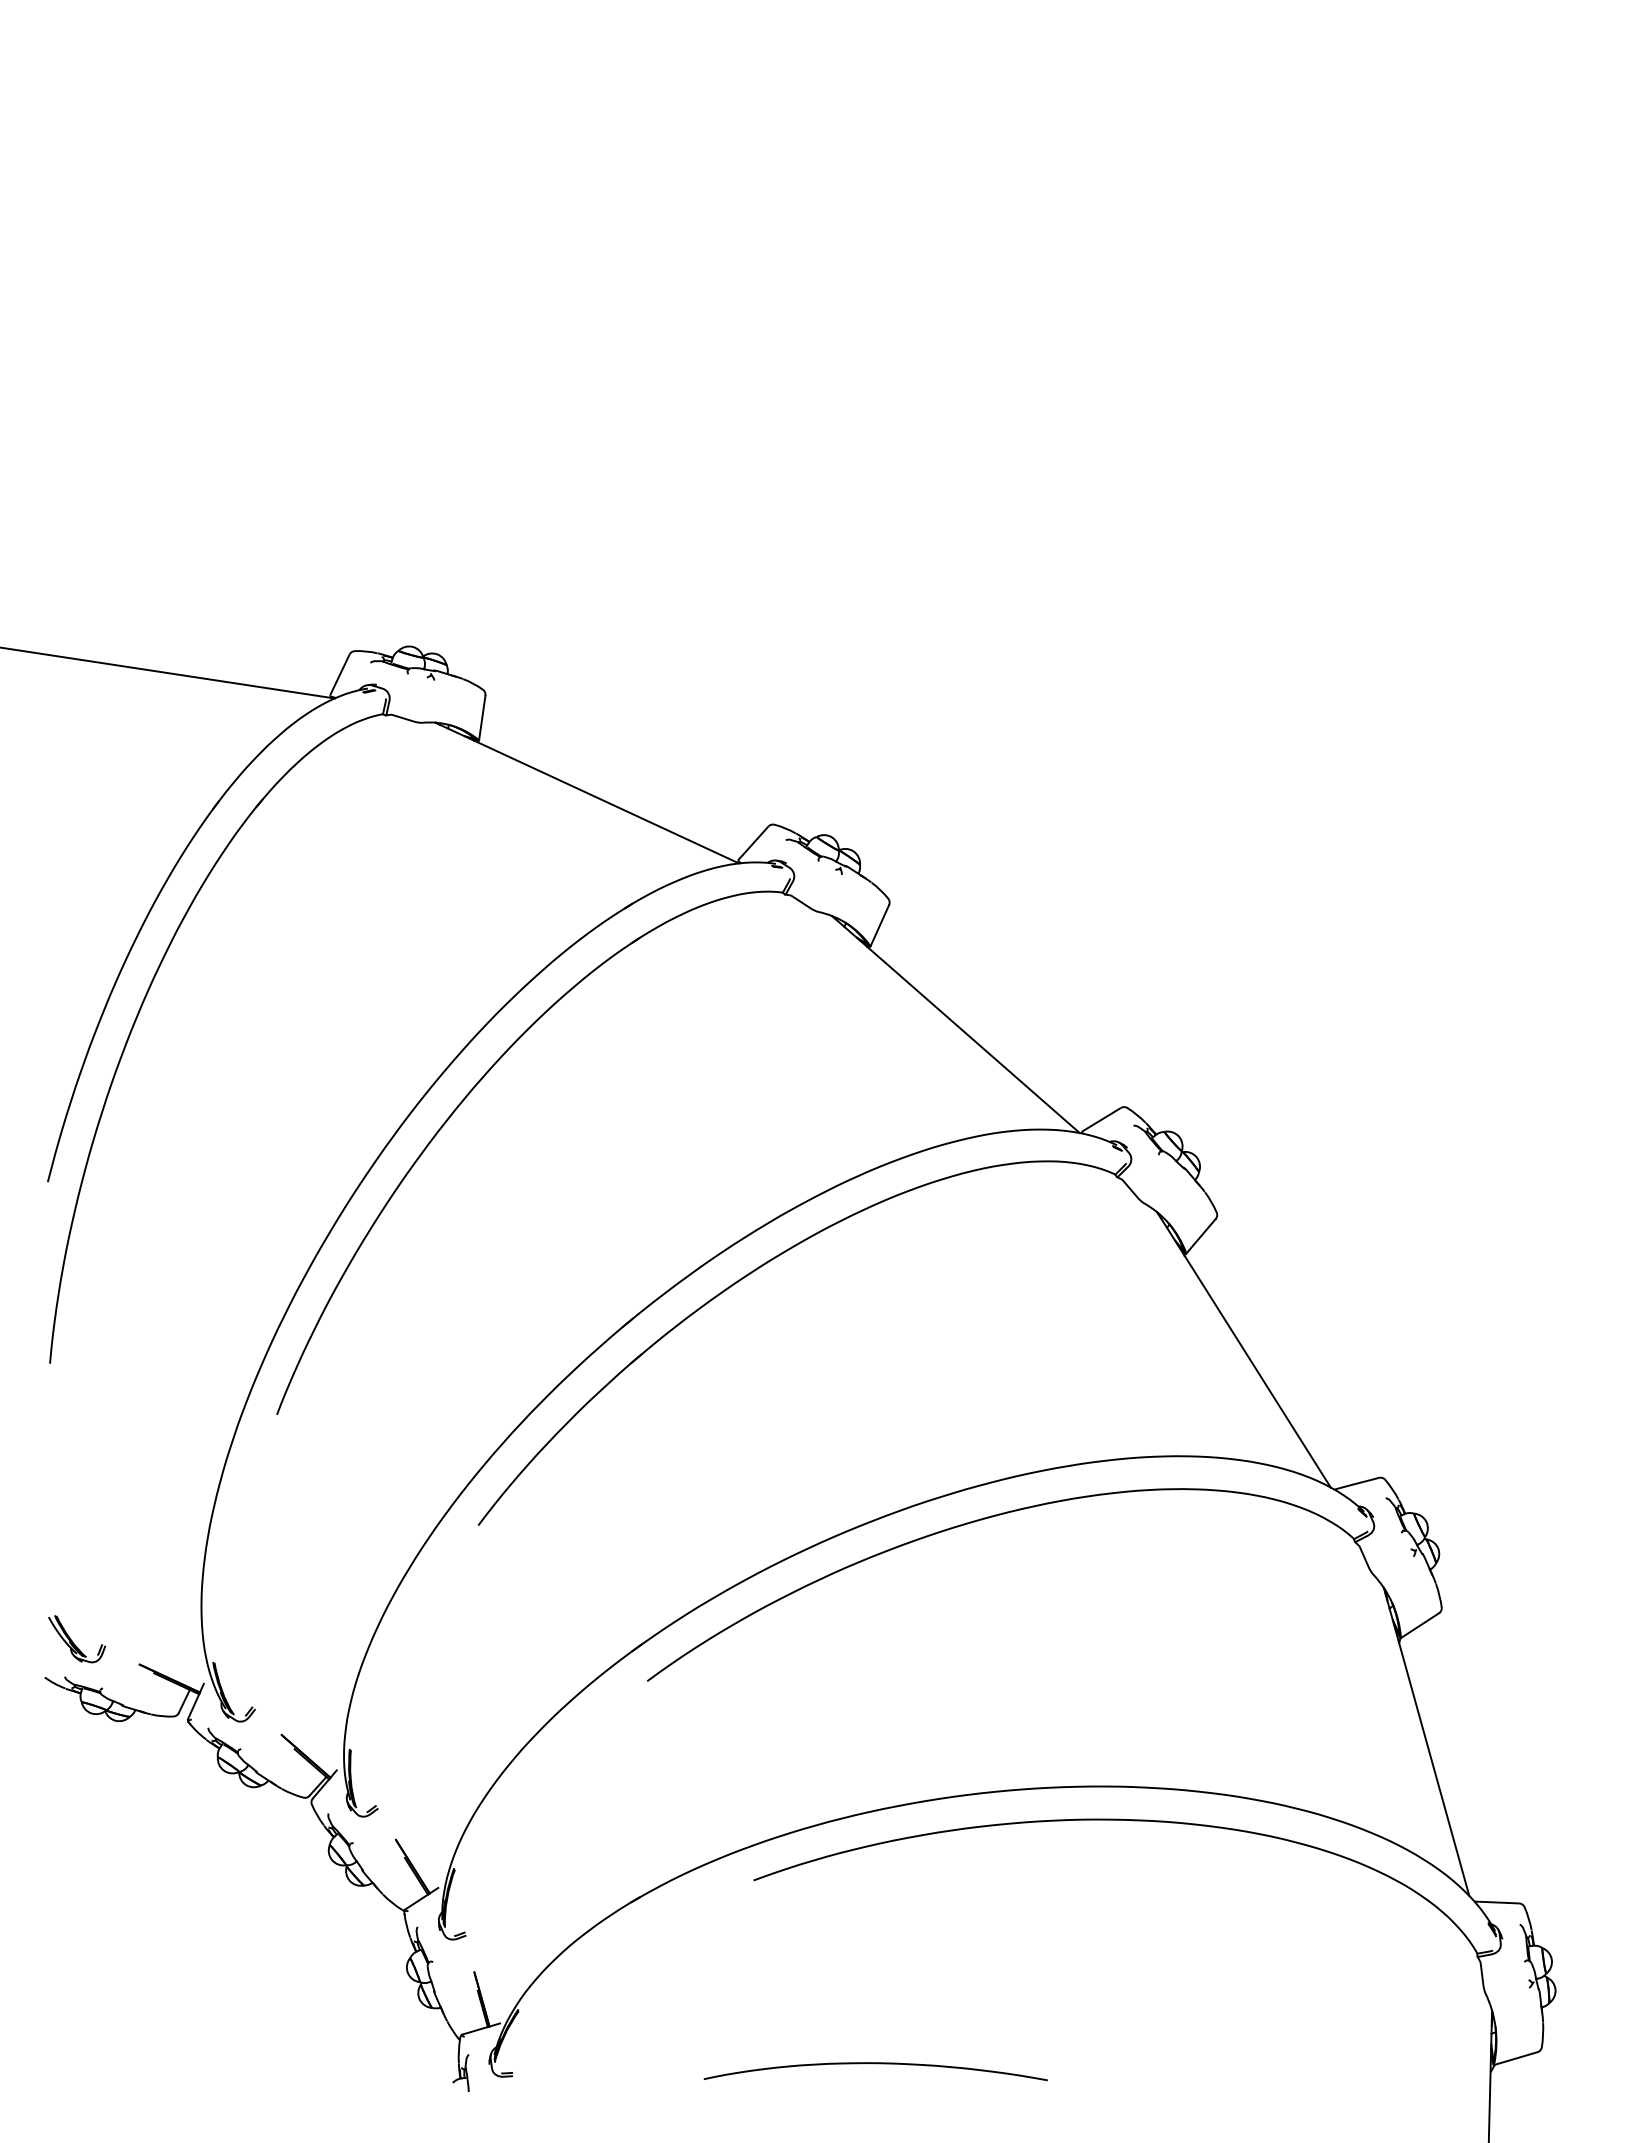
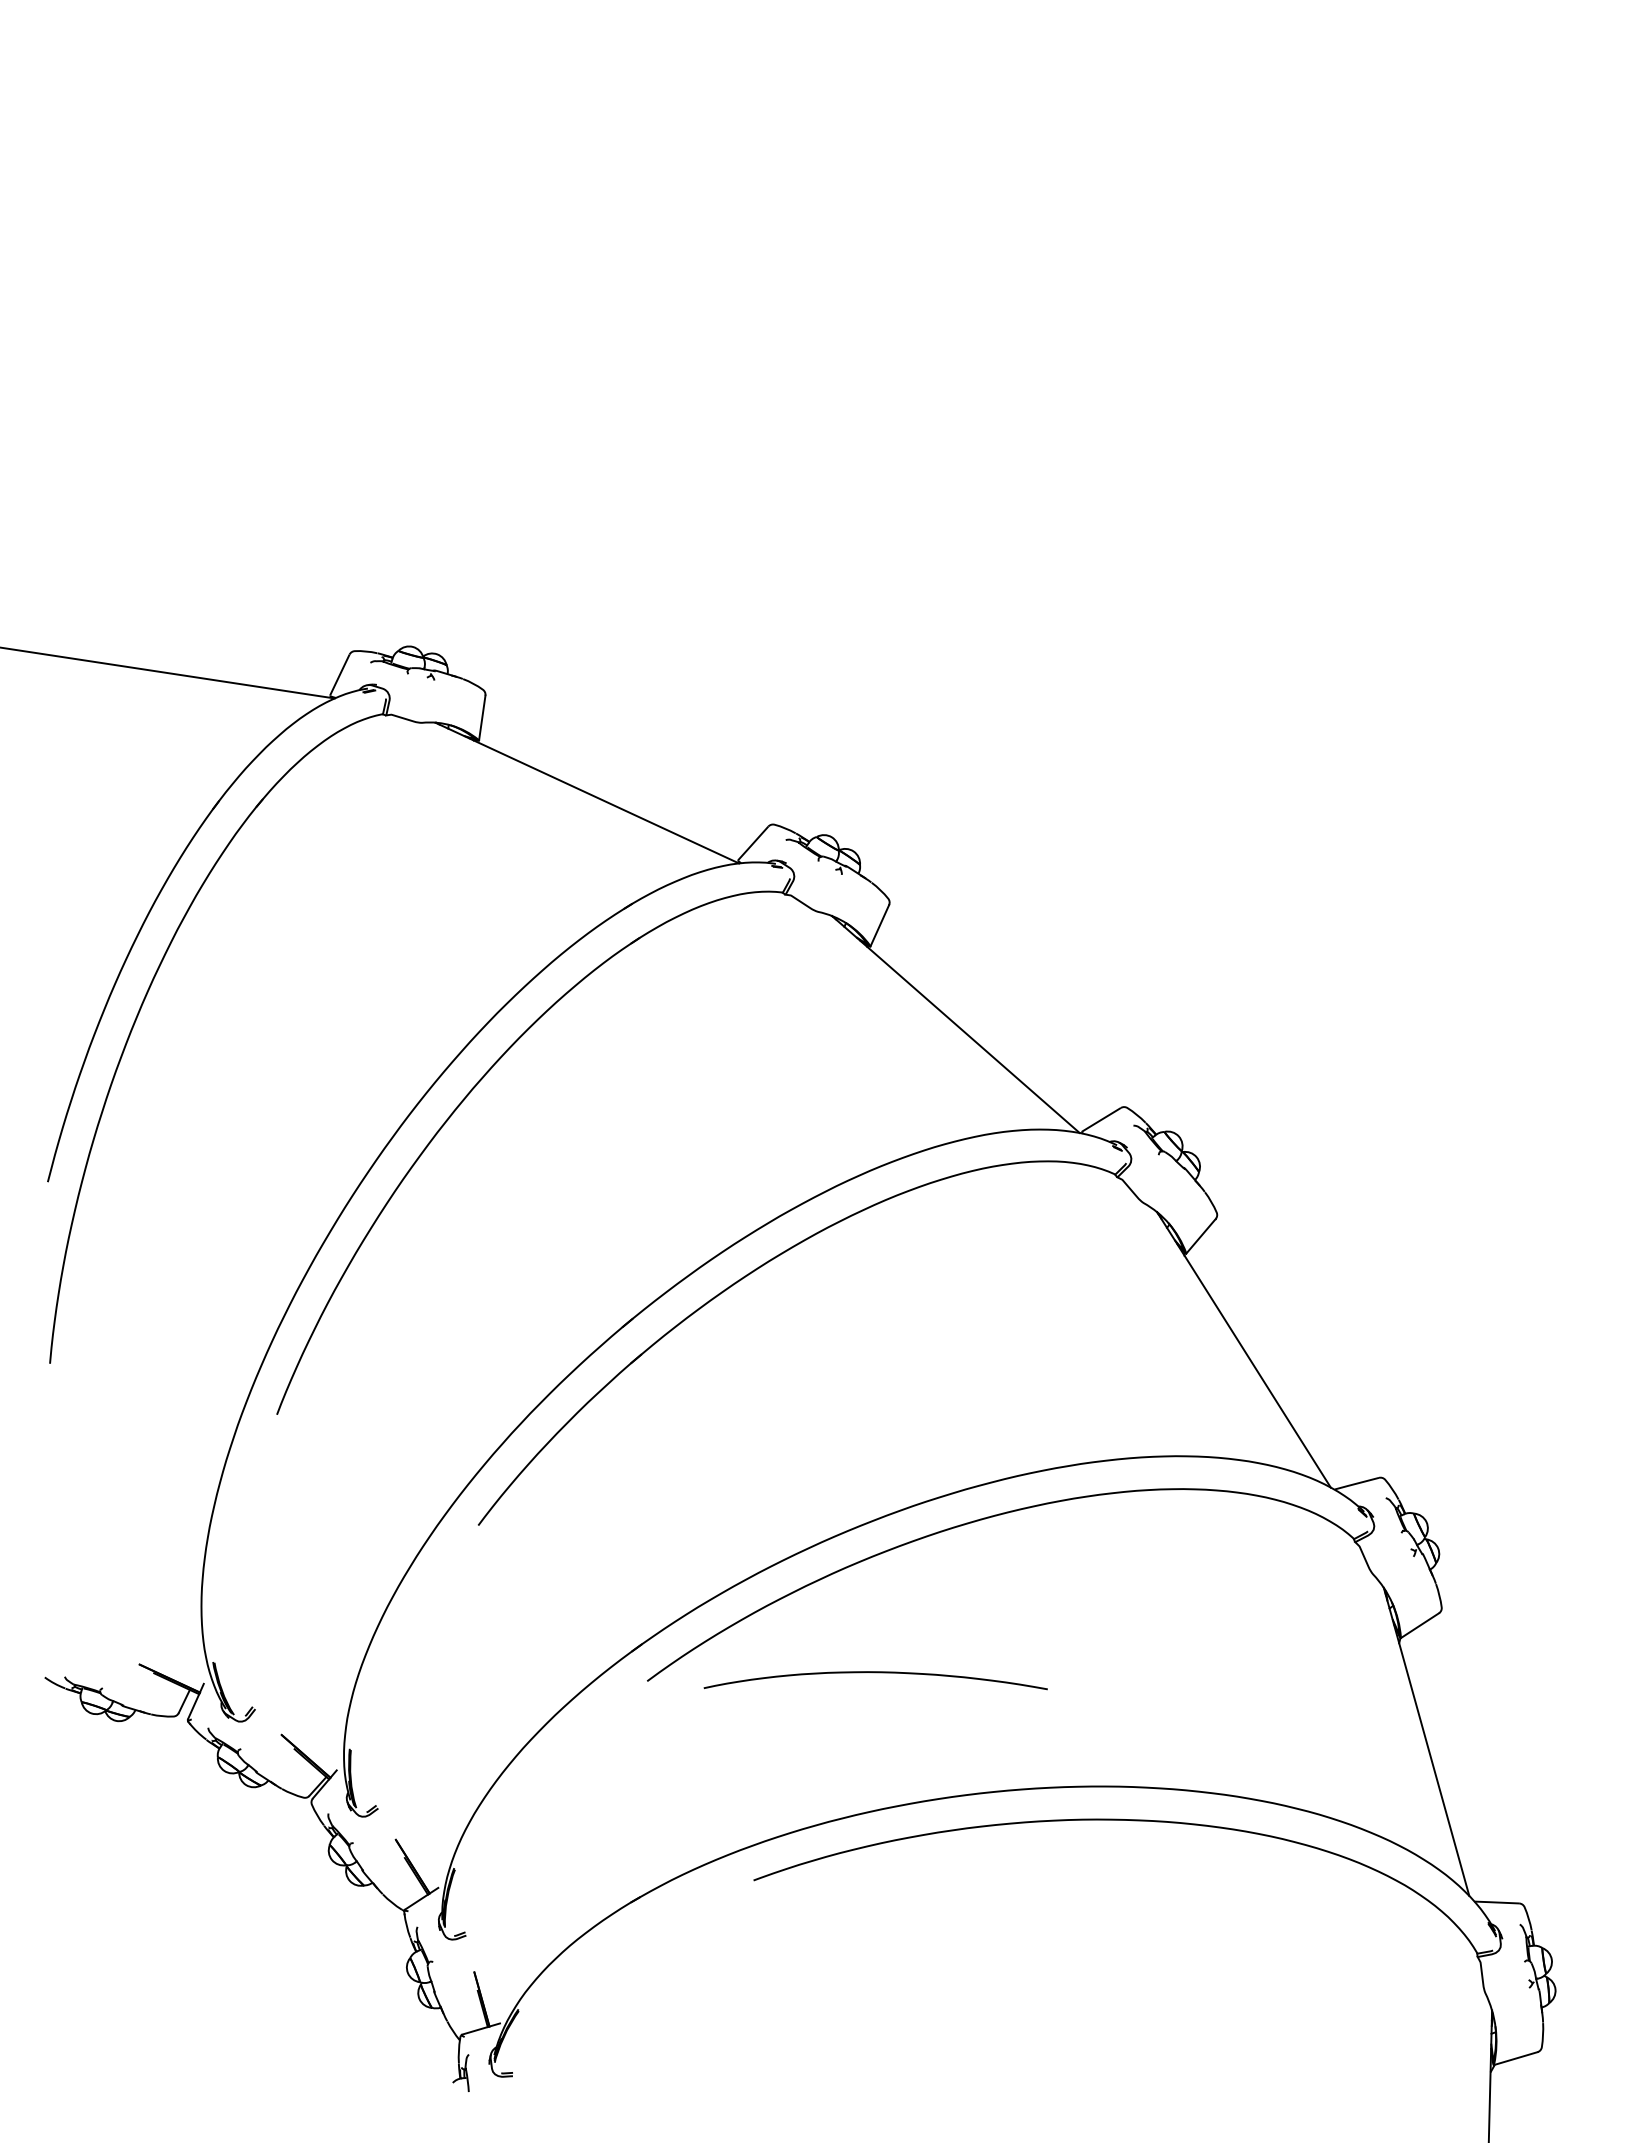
part at (77, 1639): present -> none
curve at (875, 2064) position: (875, 2064) -> (875, 1673)
